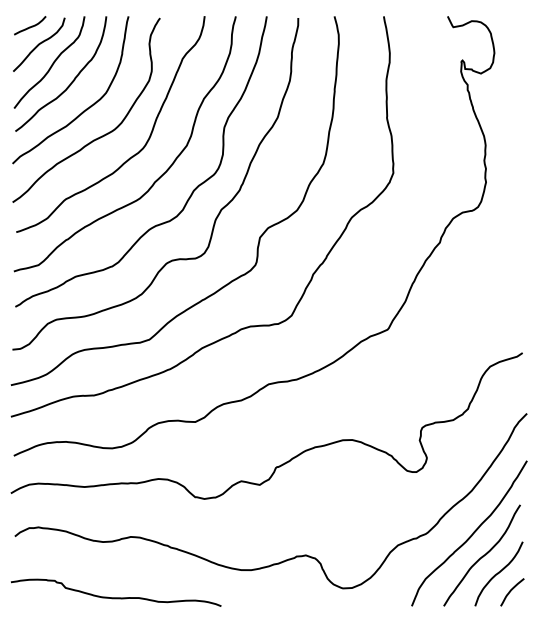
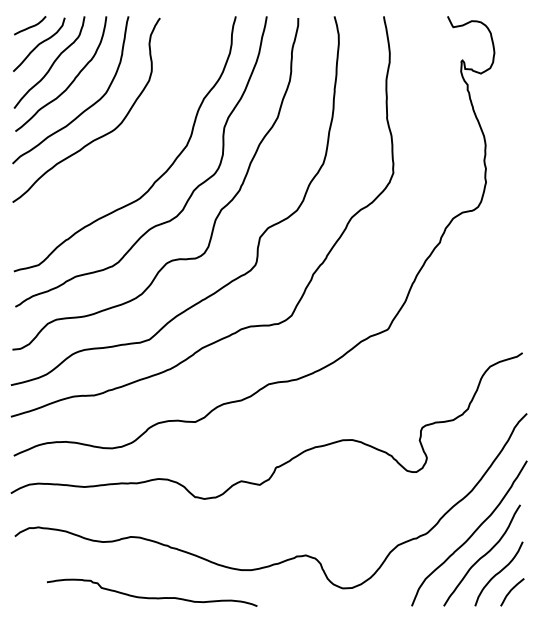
curve at (132, 155): present -> none
curve at (116, 597) position: (116, 597) -> (152, 597)
